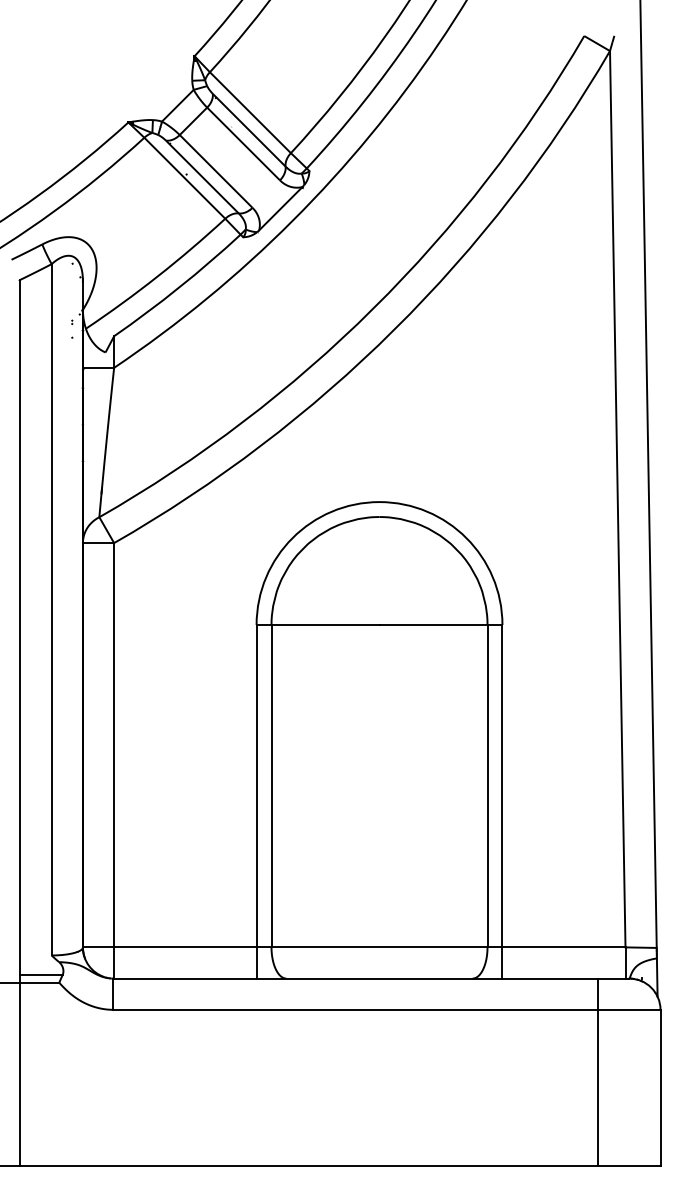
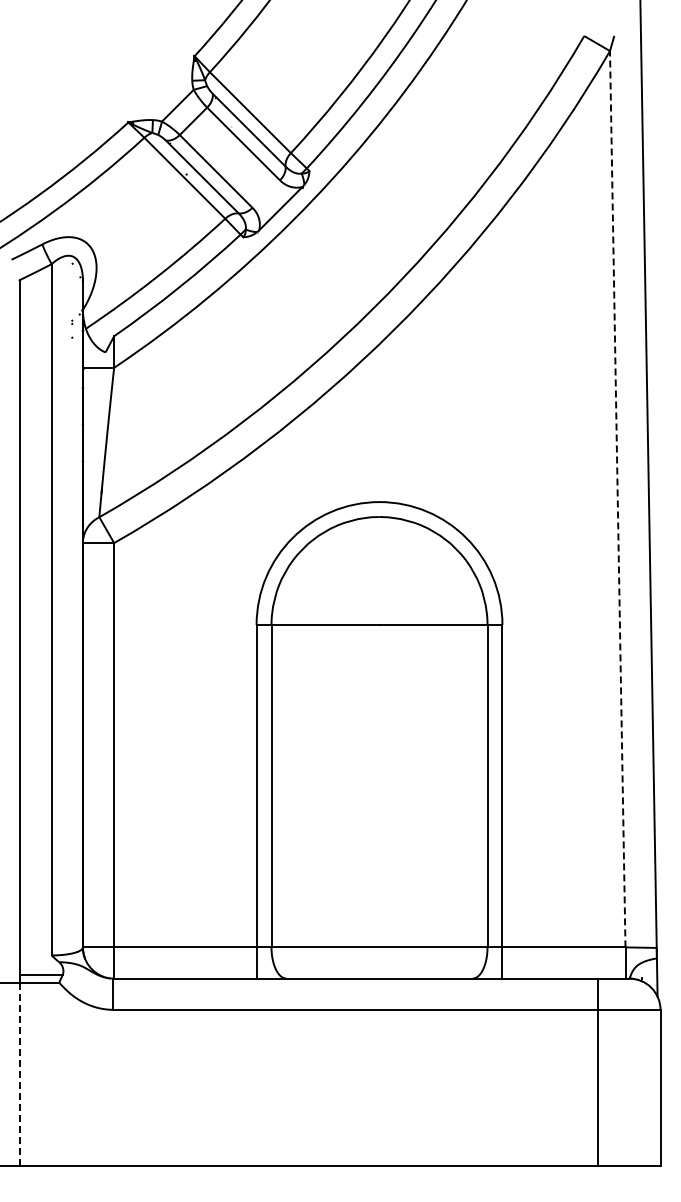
line at (617, 498): solid -> dashed
line at (20, 1074): solid -> dashed
